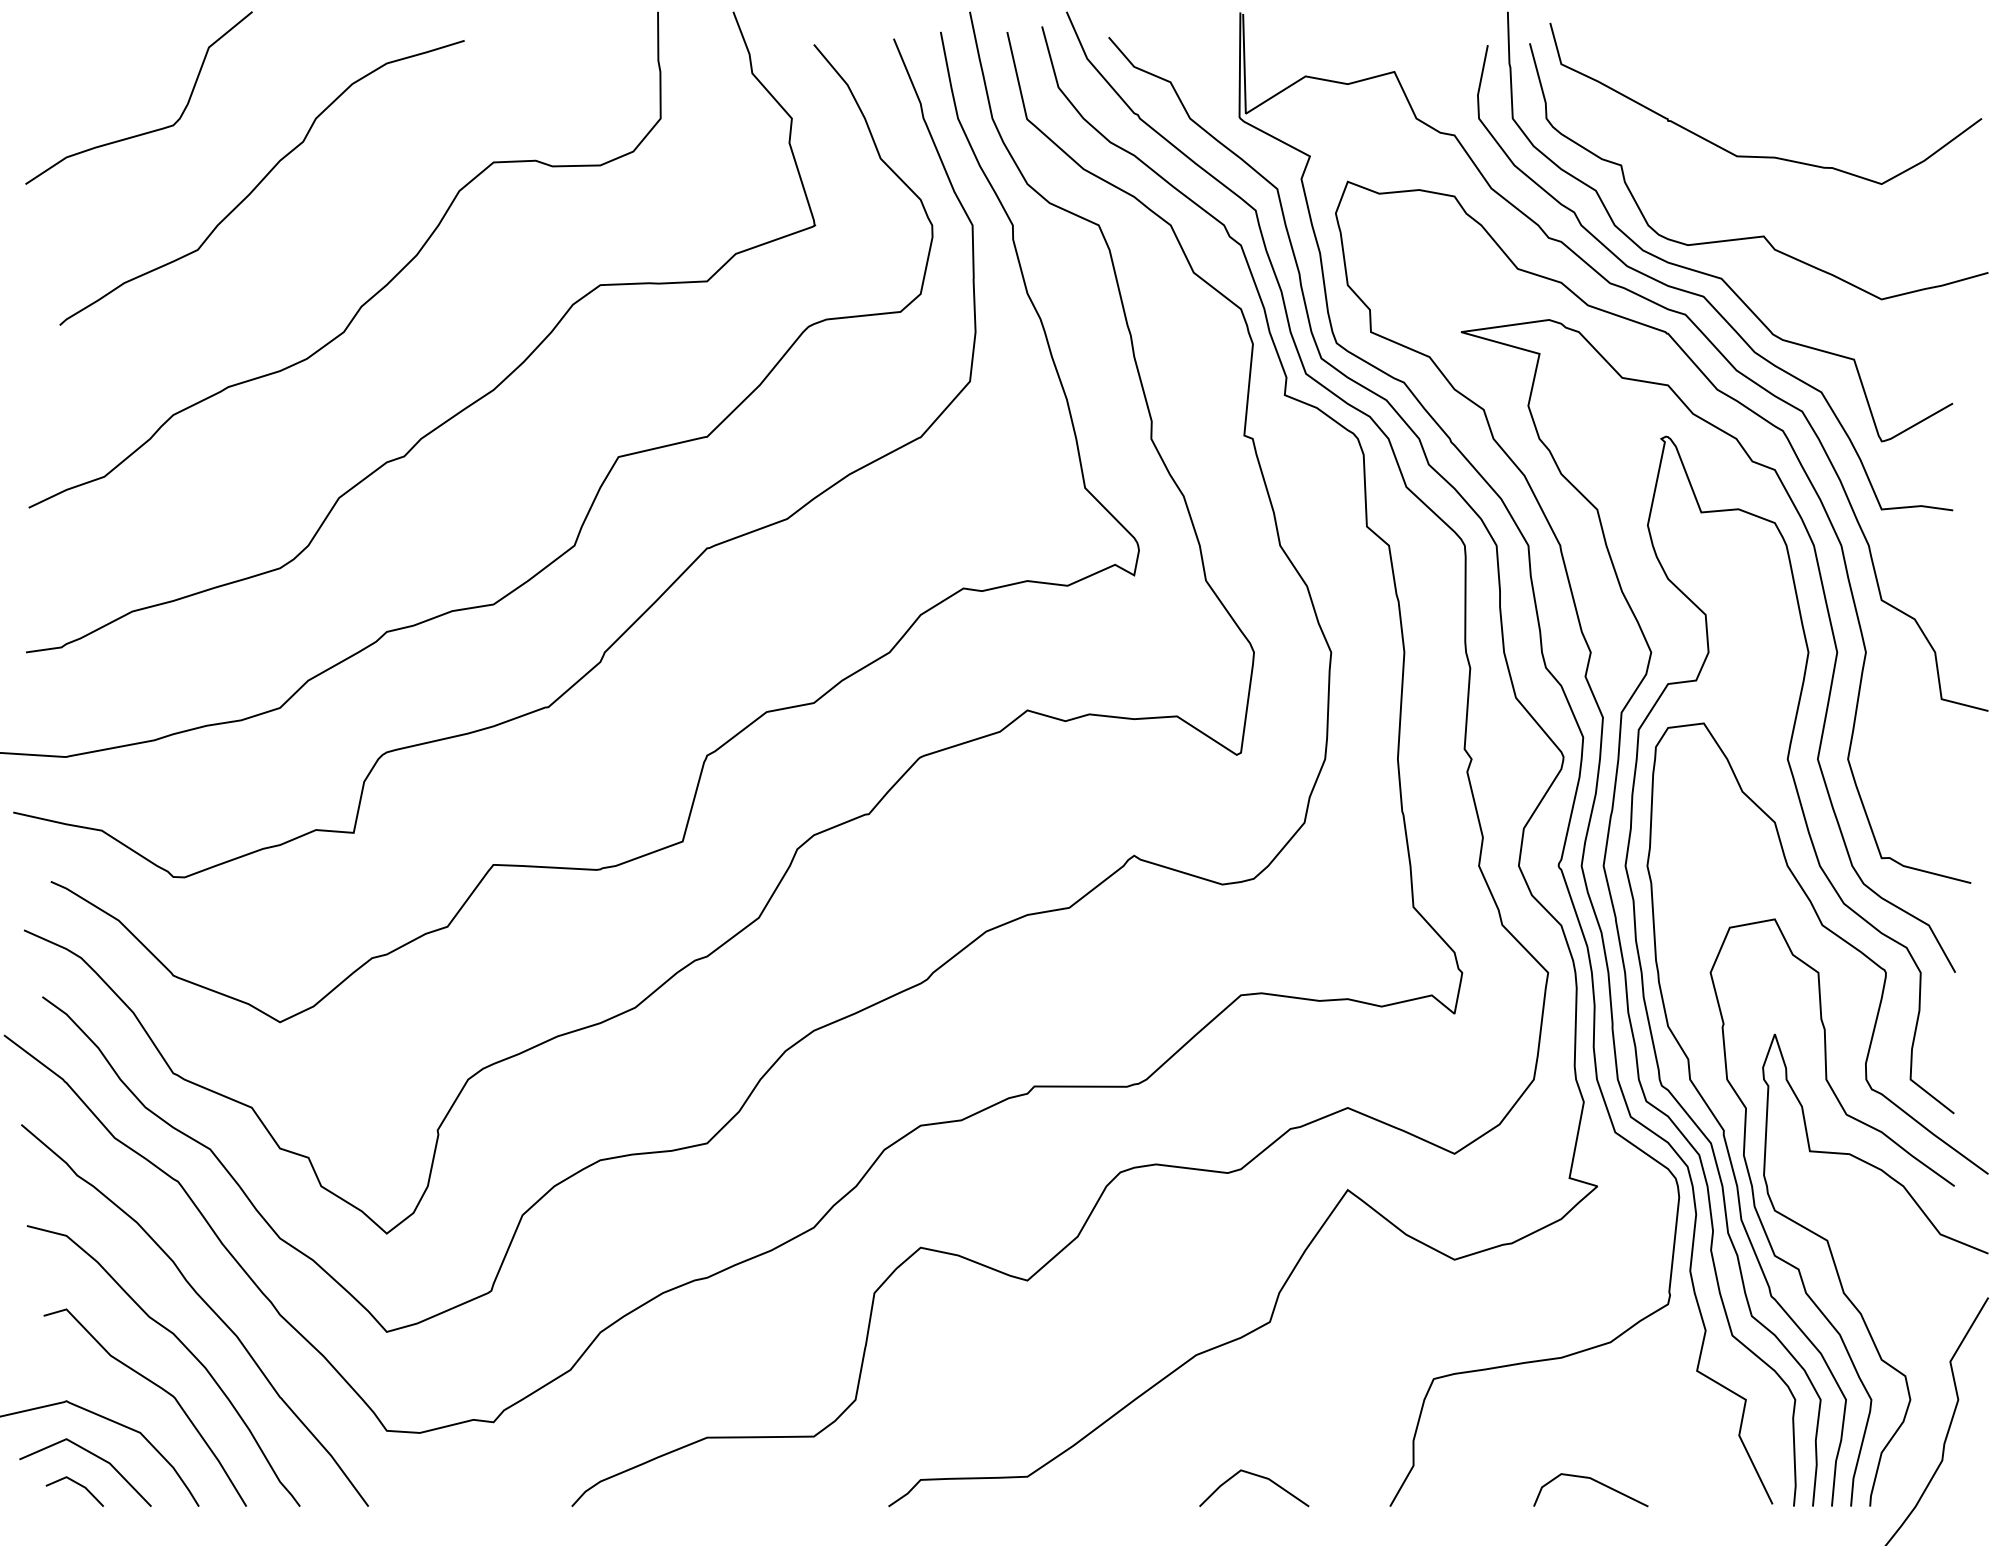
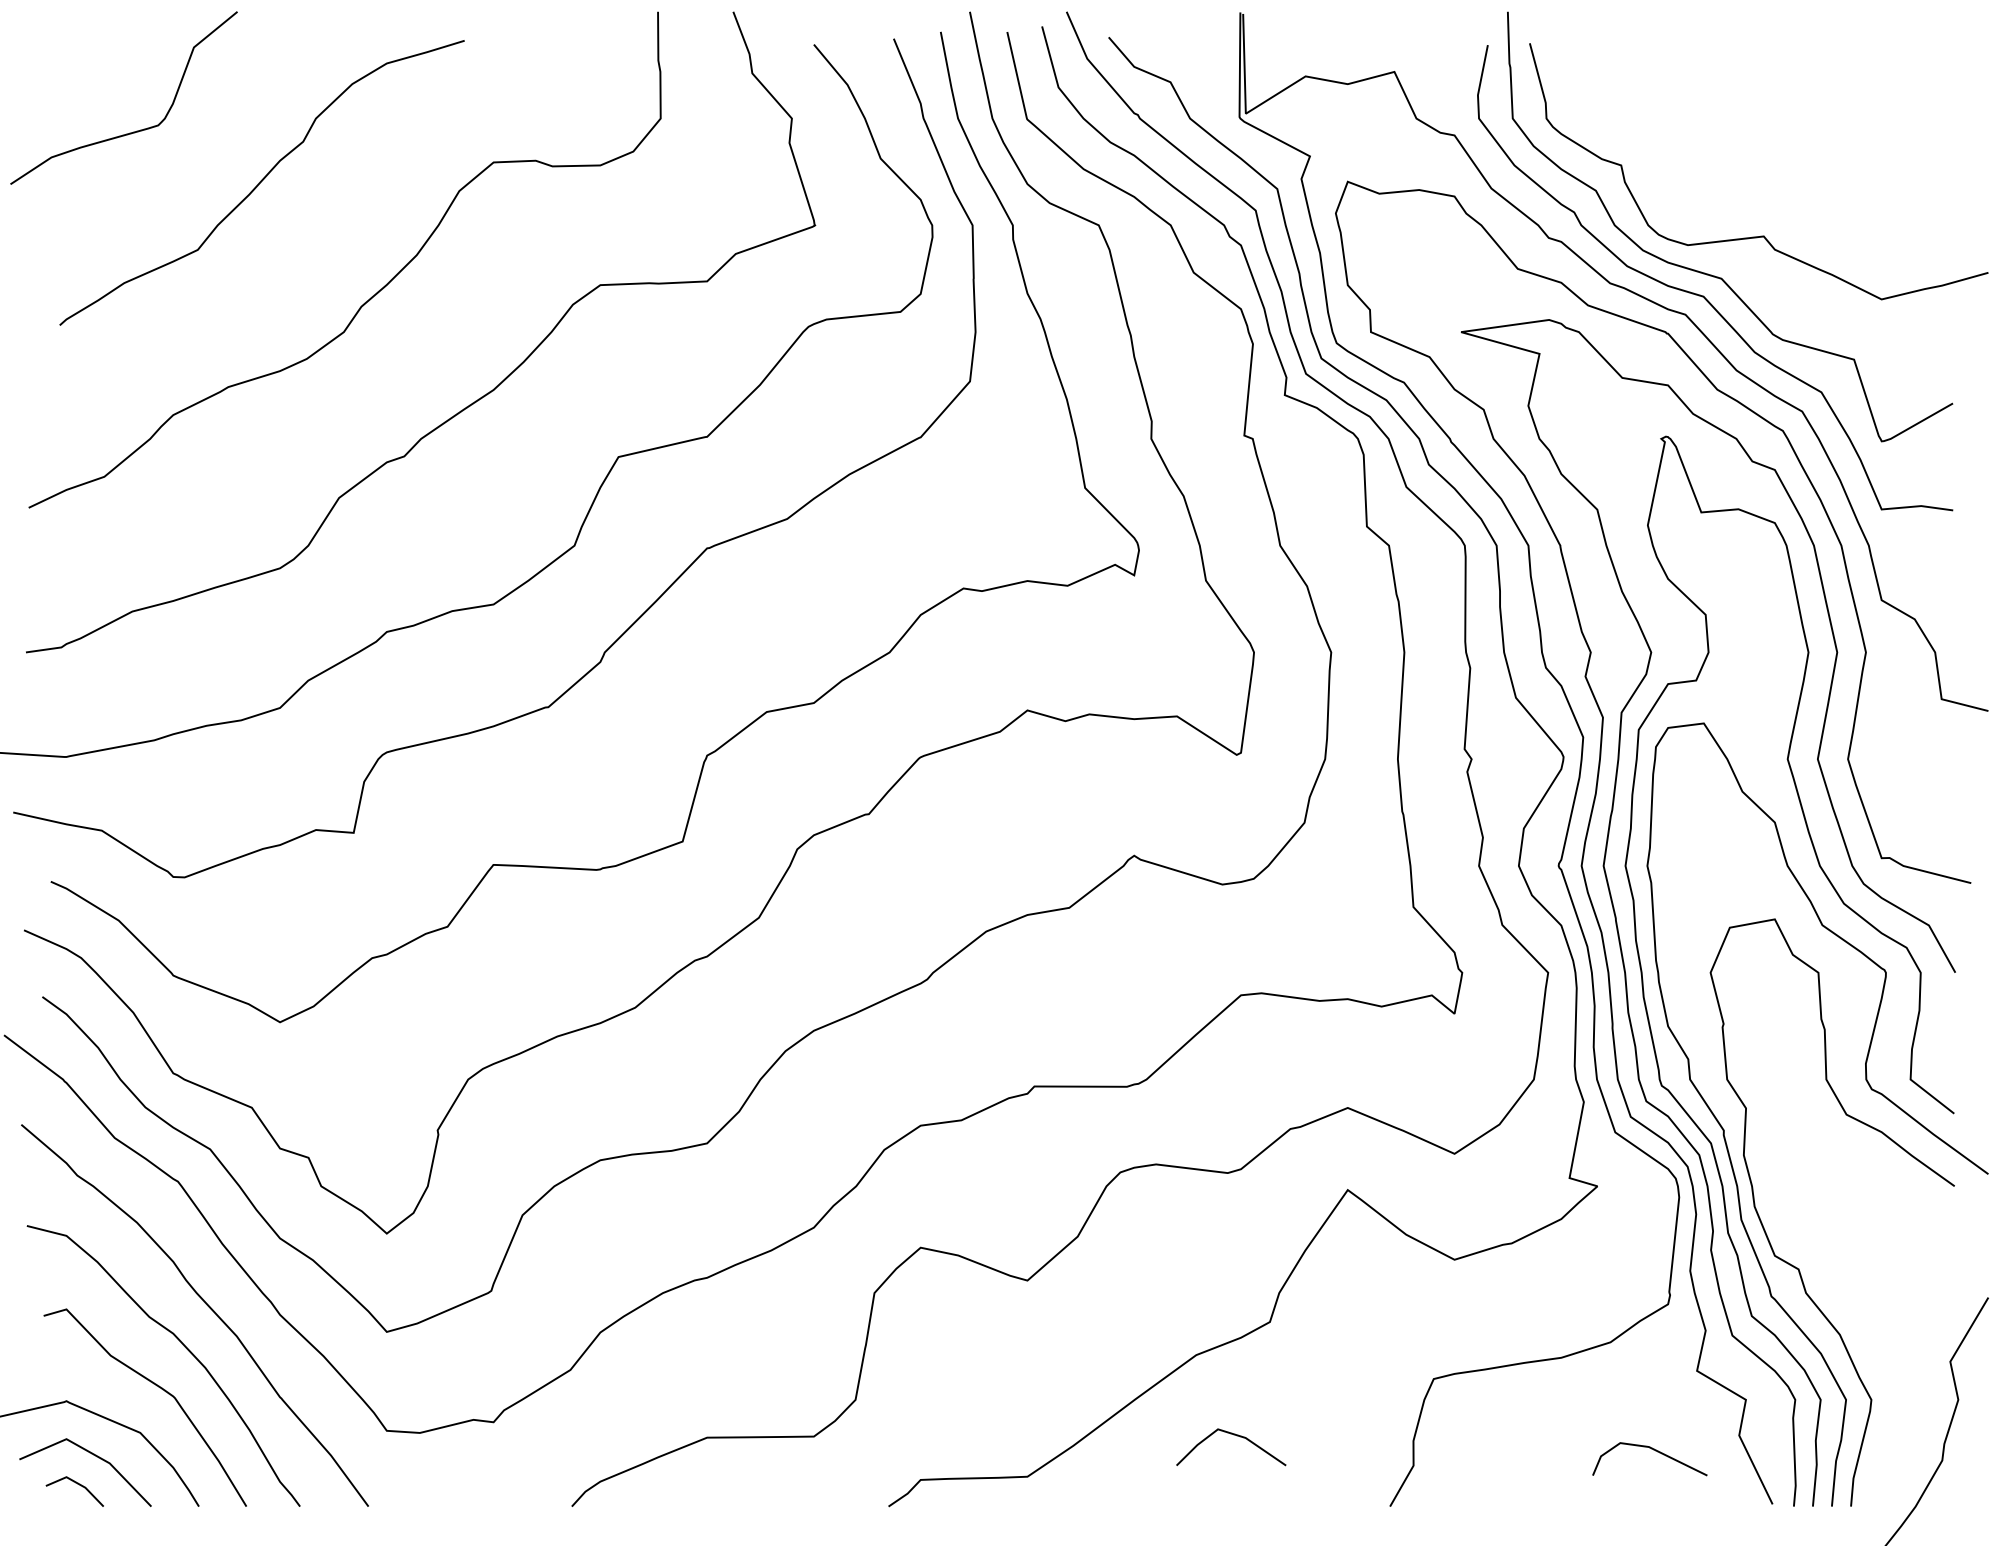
curve at (148, 131) position: (148, 131) -> (133, 131)
curve at (1765, 156): present -> none
curve at (1841, 1281): present -> none
line at (1256, 1476) position: (1256, 1476) -> (1233, 1435)
line at (1594, 1481) position: (1594, 1481) -> (1653, 1450)
